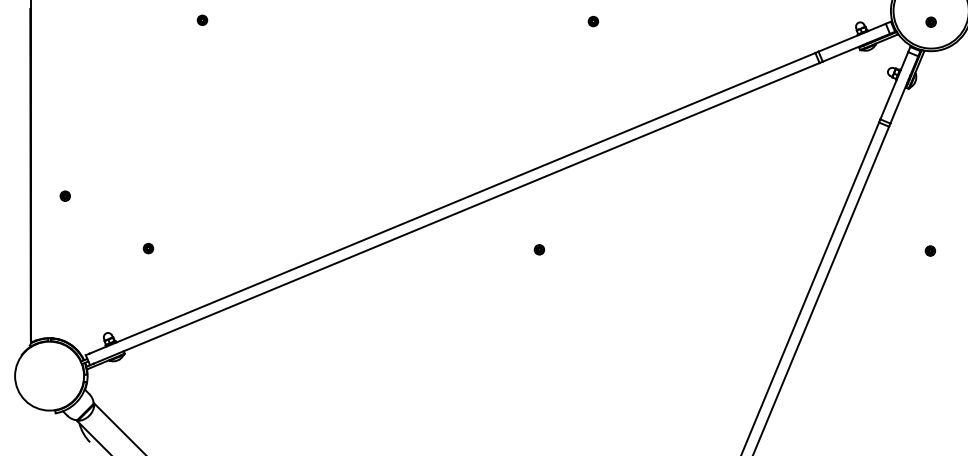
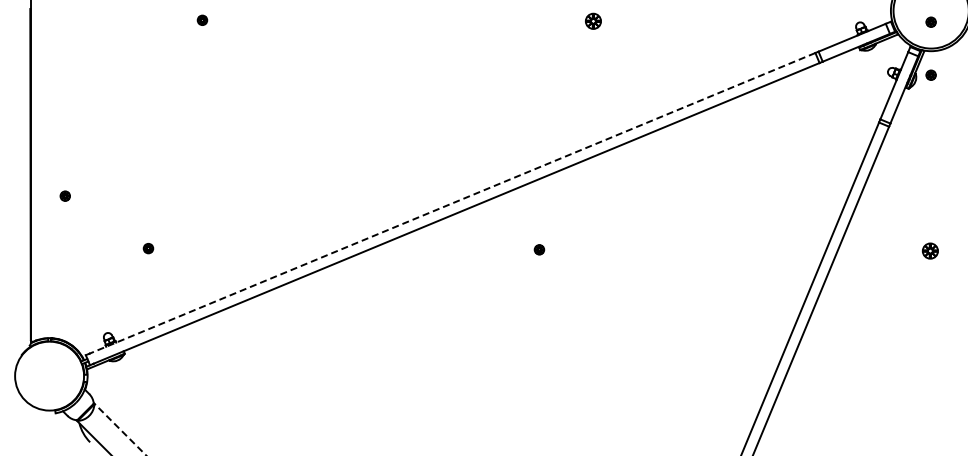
part at (593, 21) size: 13x12 px -> 17x18 px
part at (930, 74): none -> present
line at (452, 203): solid -> dashed
part at (930, 250) size: 13x12 px -> 18x18 px
line at (119, 429): solid -> dashed
